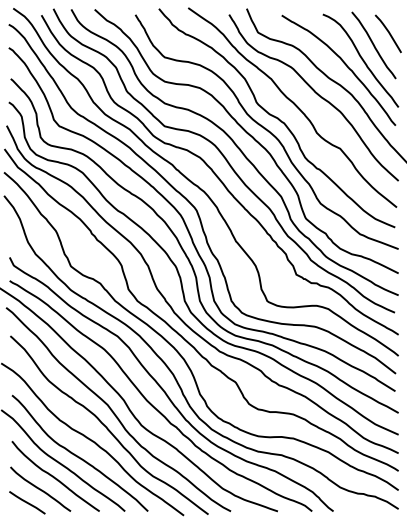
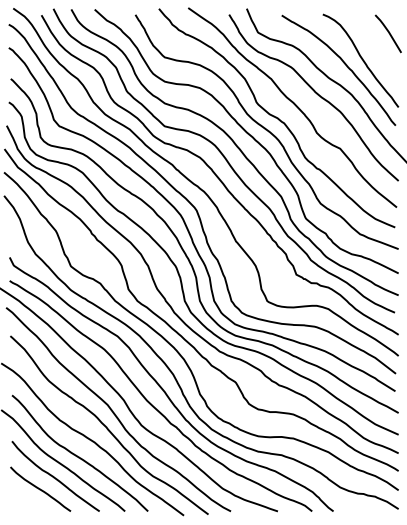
curve at (373, 45): present -> none
line at (27, 502): present -> none
